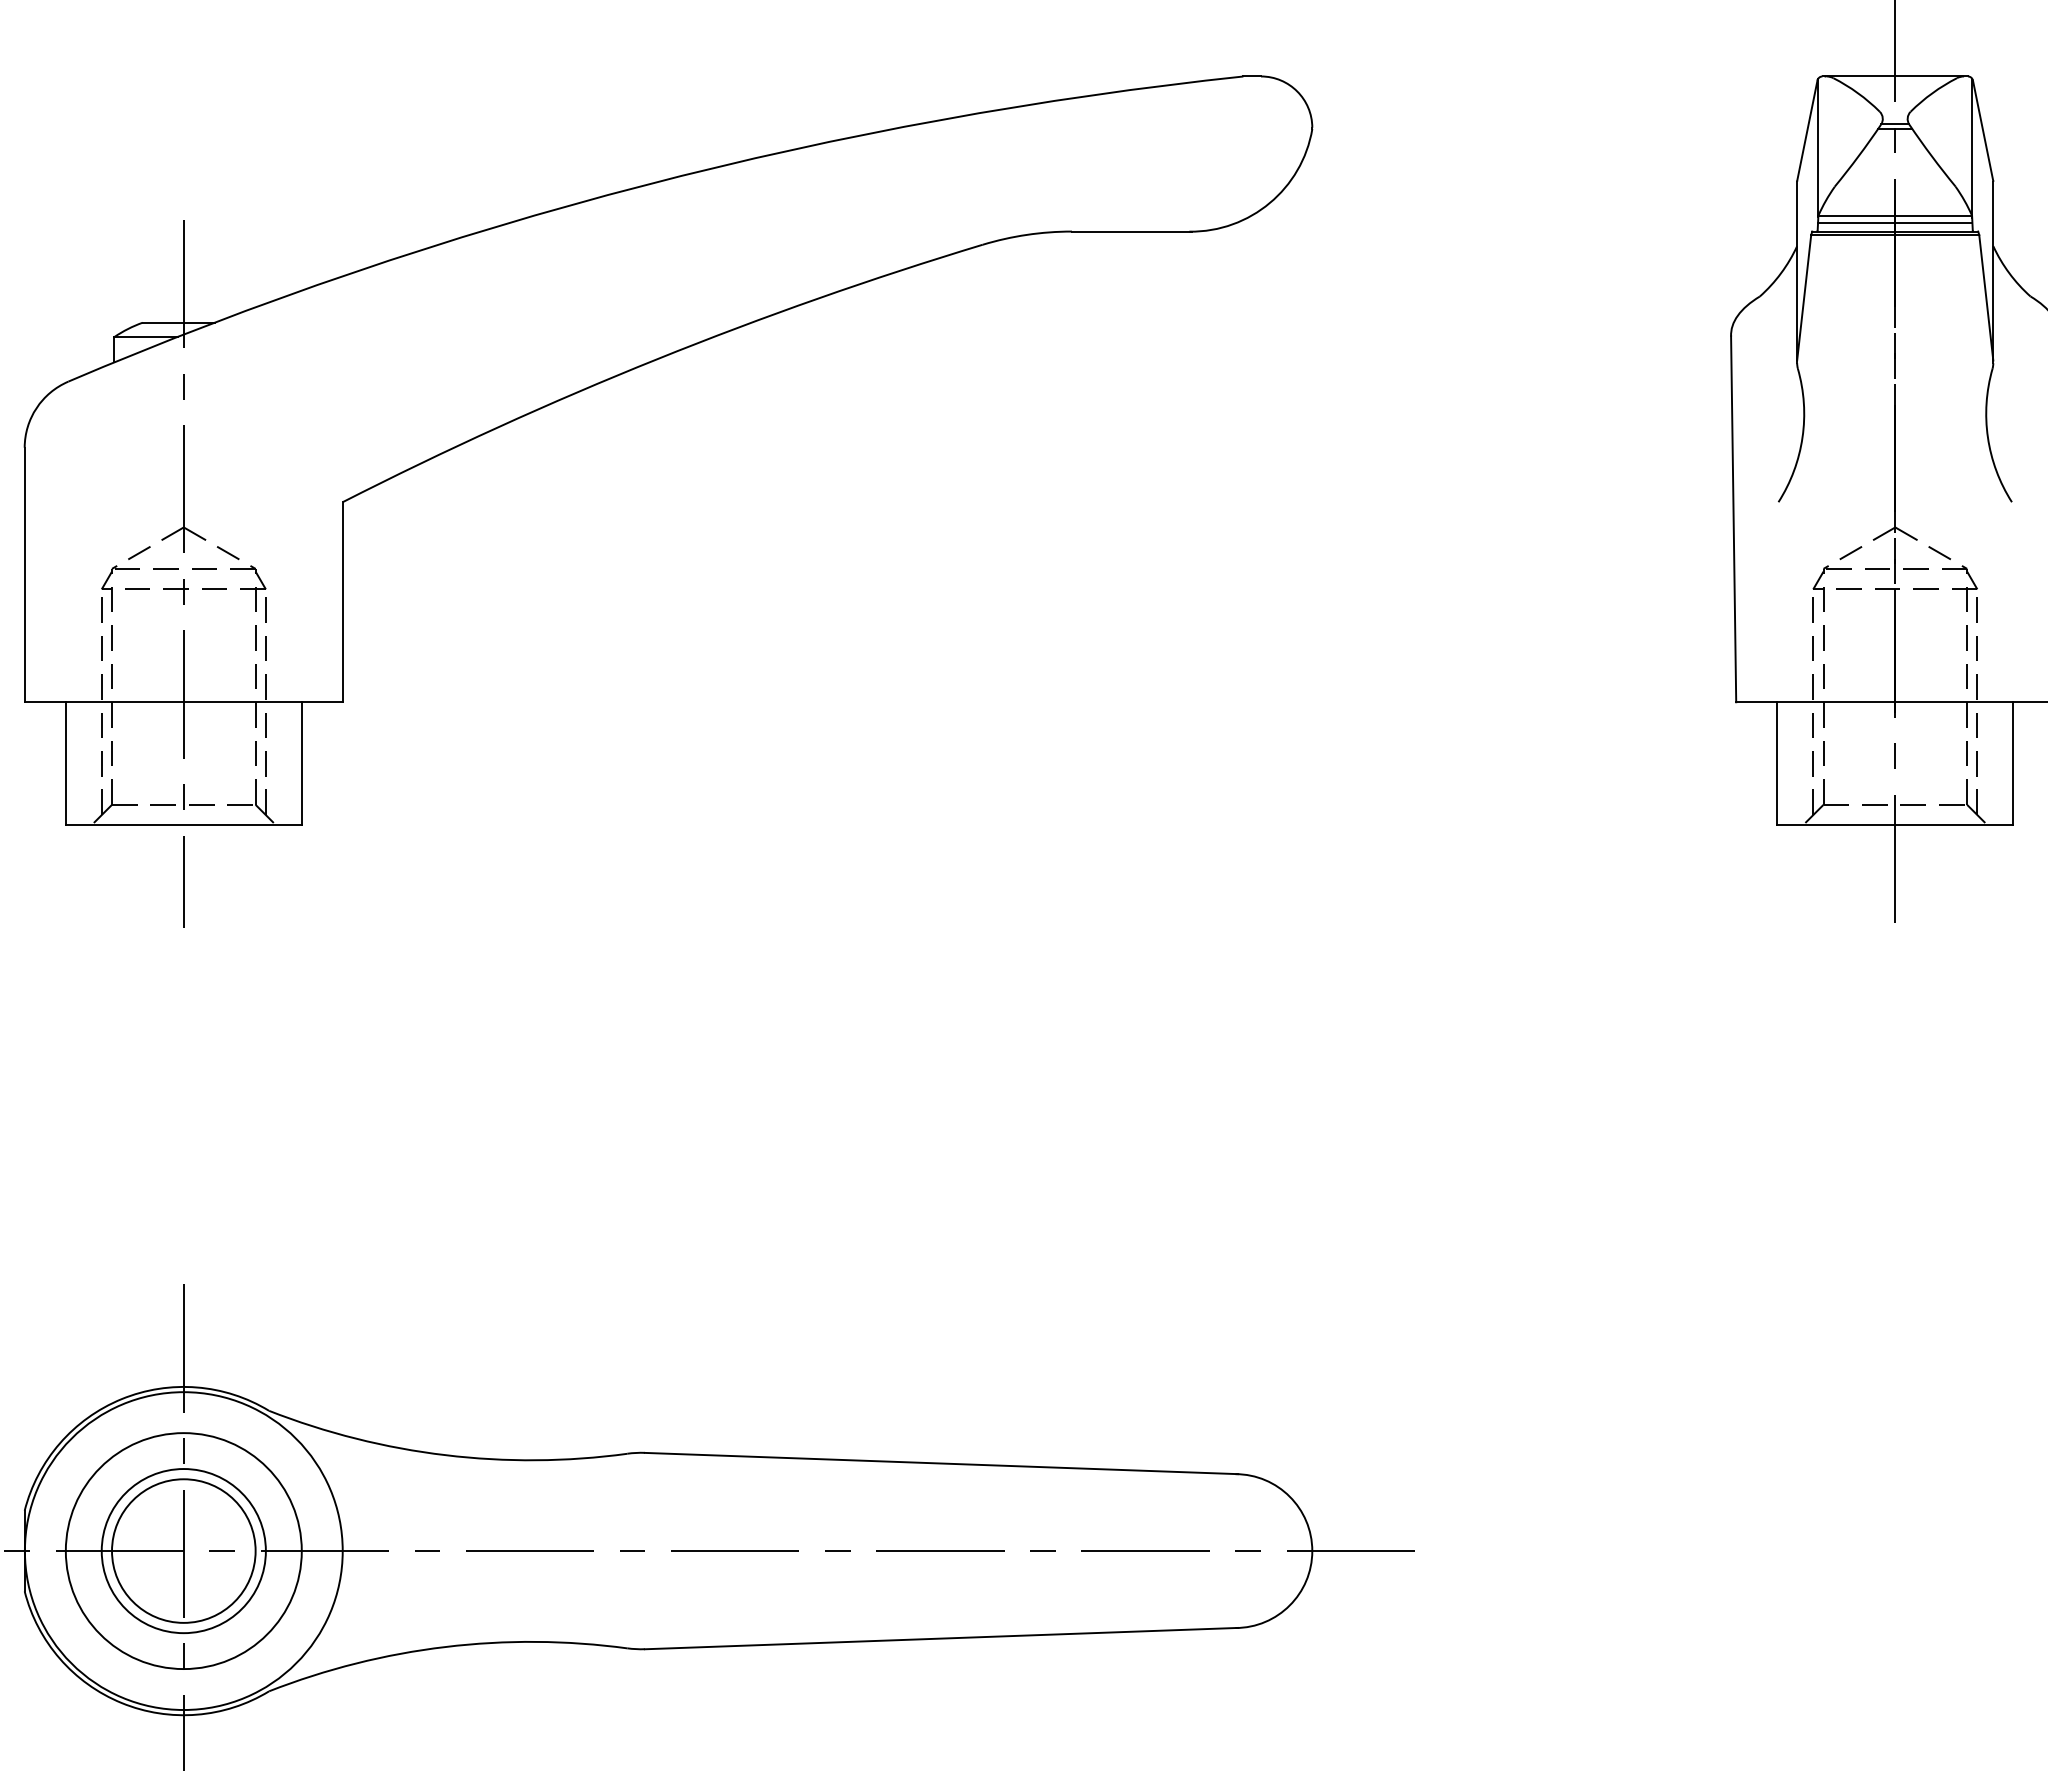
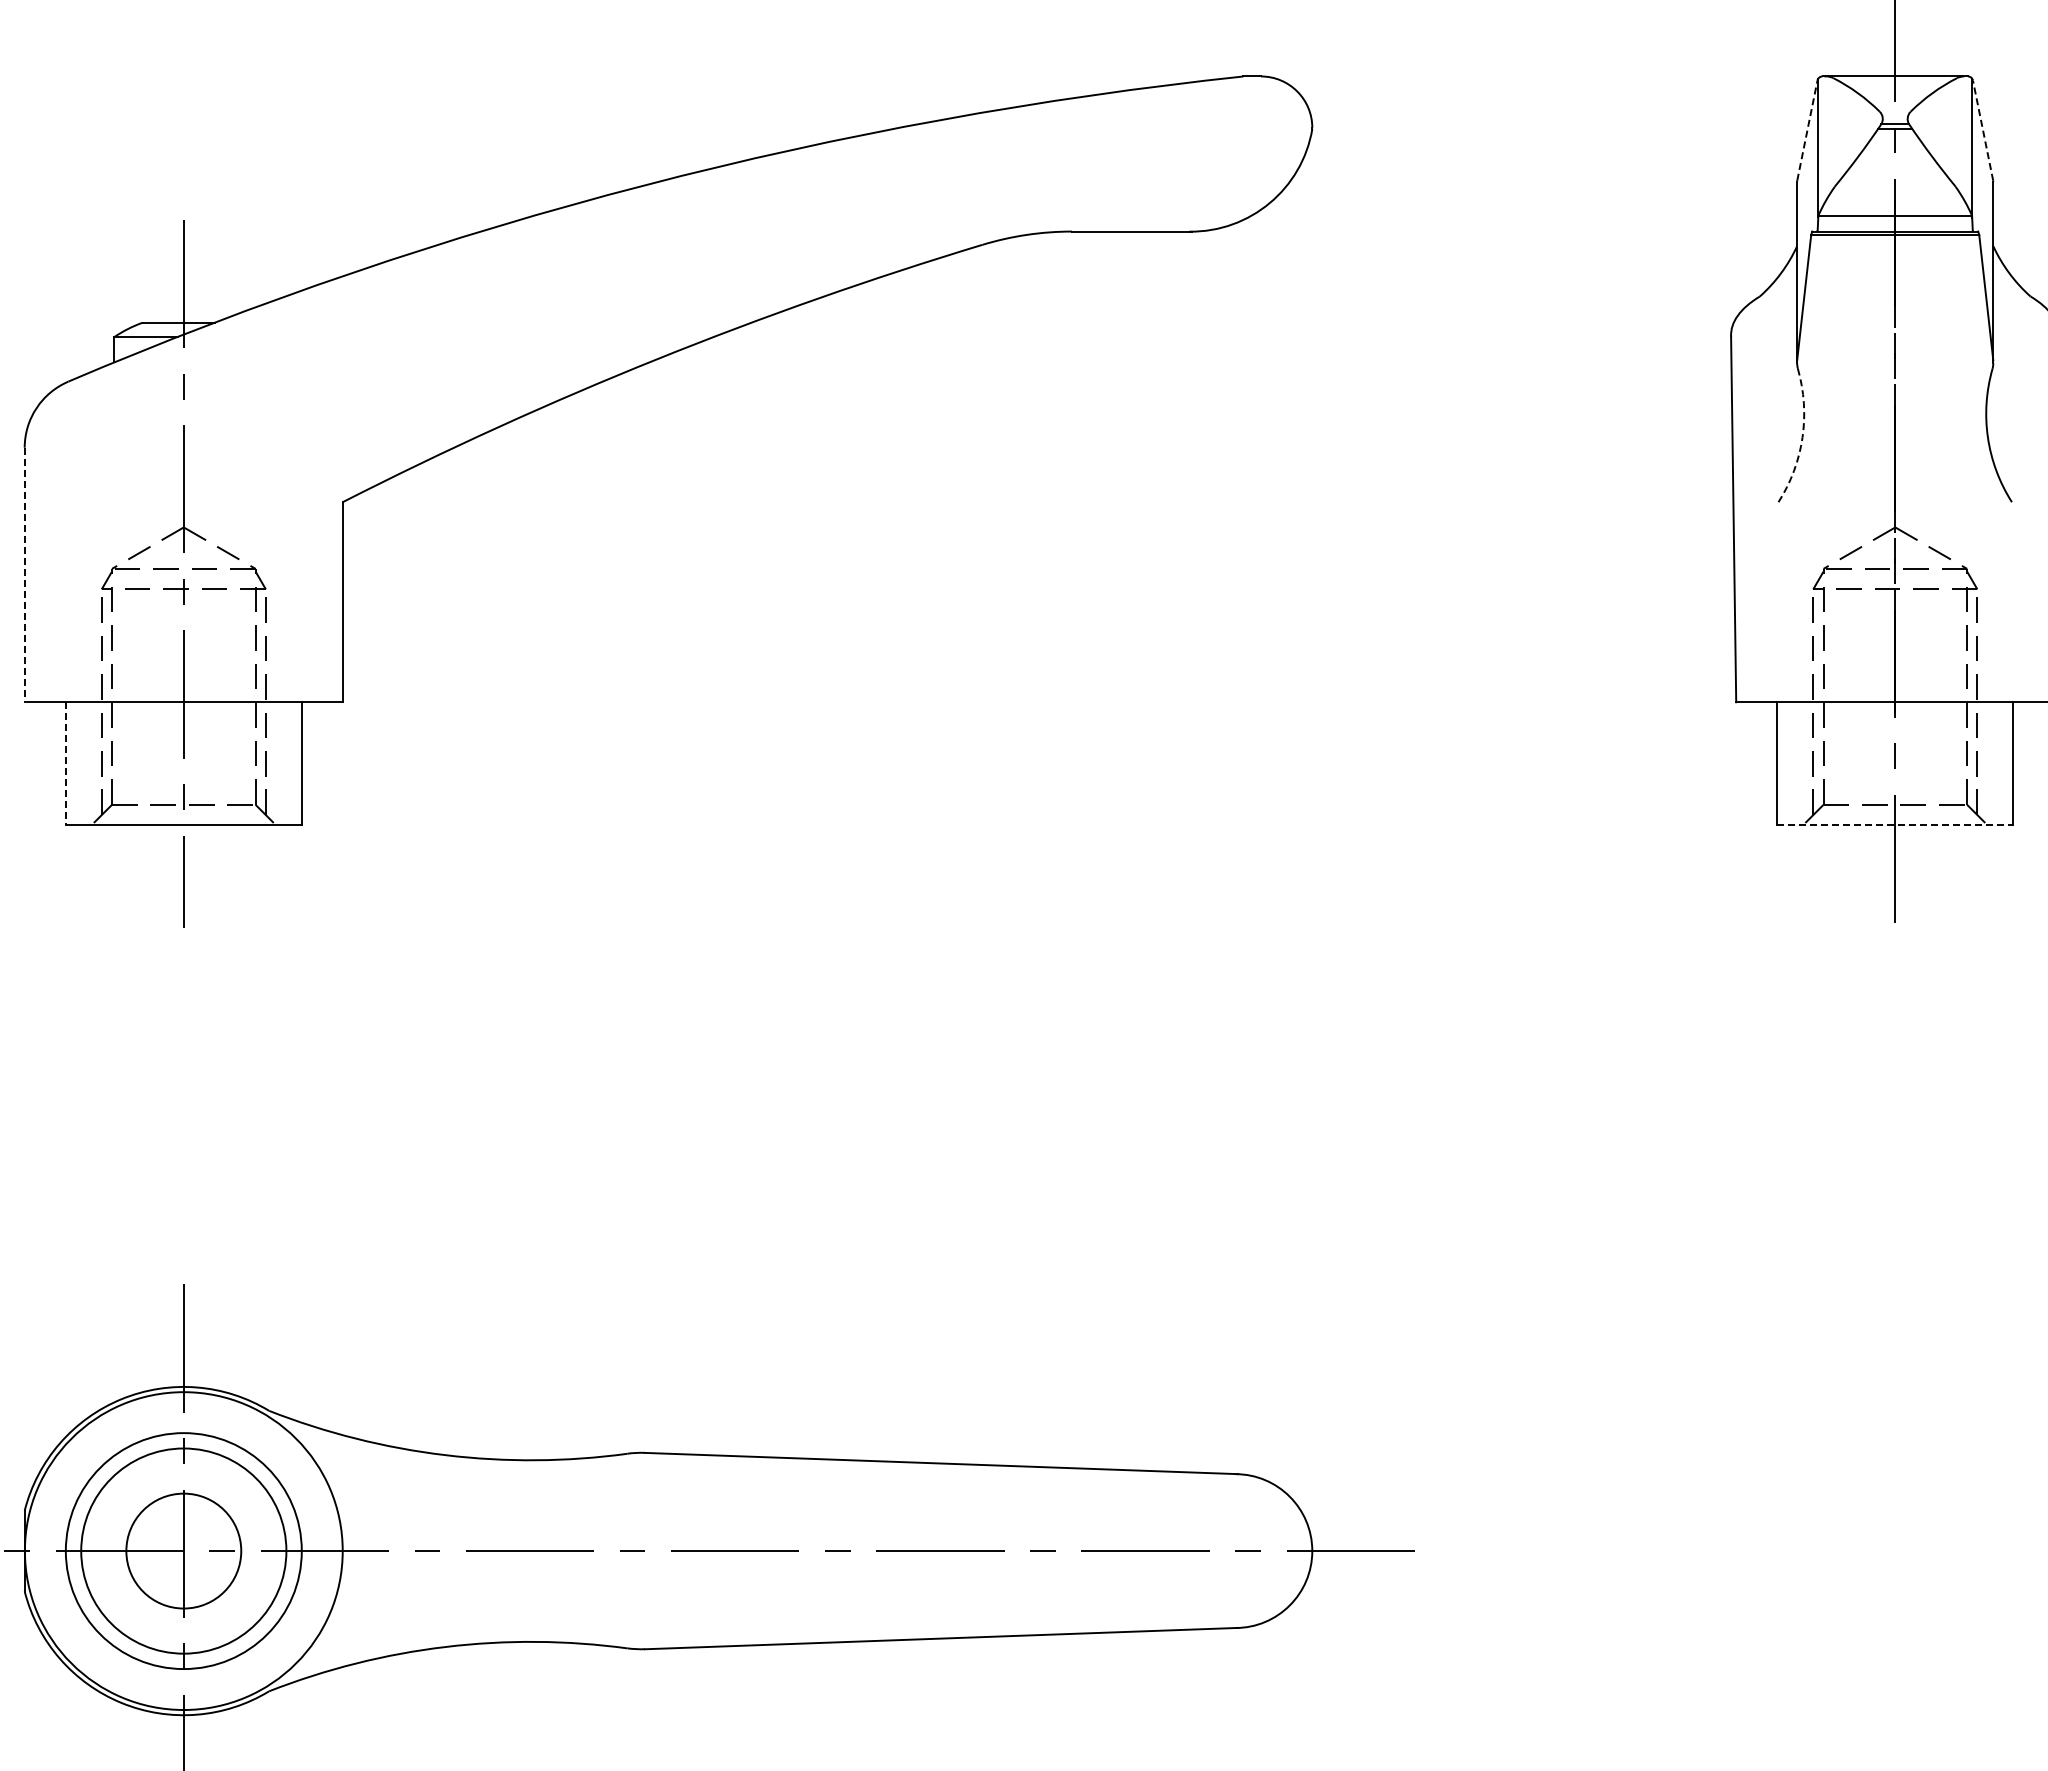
line at (1807, 130): solid -> dashed
line at (1983, 130): solid -> dashed
line at (1894, 223): present -> none
arc at (1802, 437): solid -> dashed
line at (24, 575): solid -> dashed
line at (65, 763): solid -> dashed
line at (1895, 825): solid -> dashed
circle at (183, 1550) diameter: 144 px -> 115 px
circle at (183, 1551) diameter: 164 px -> 205 px
